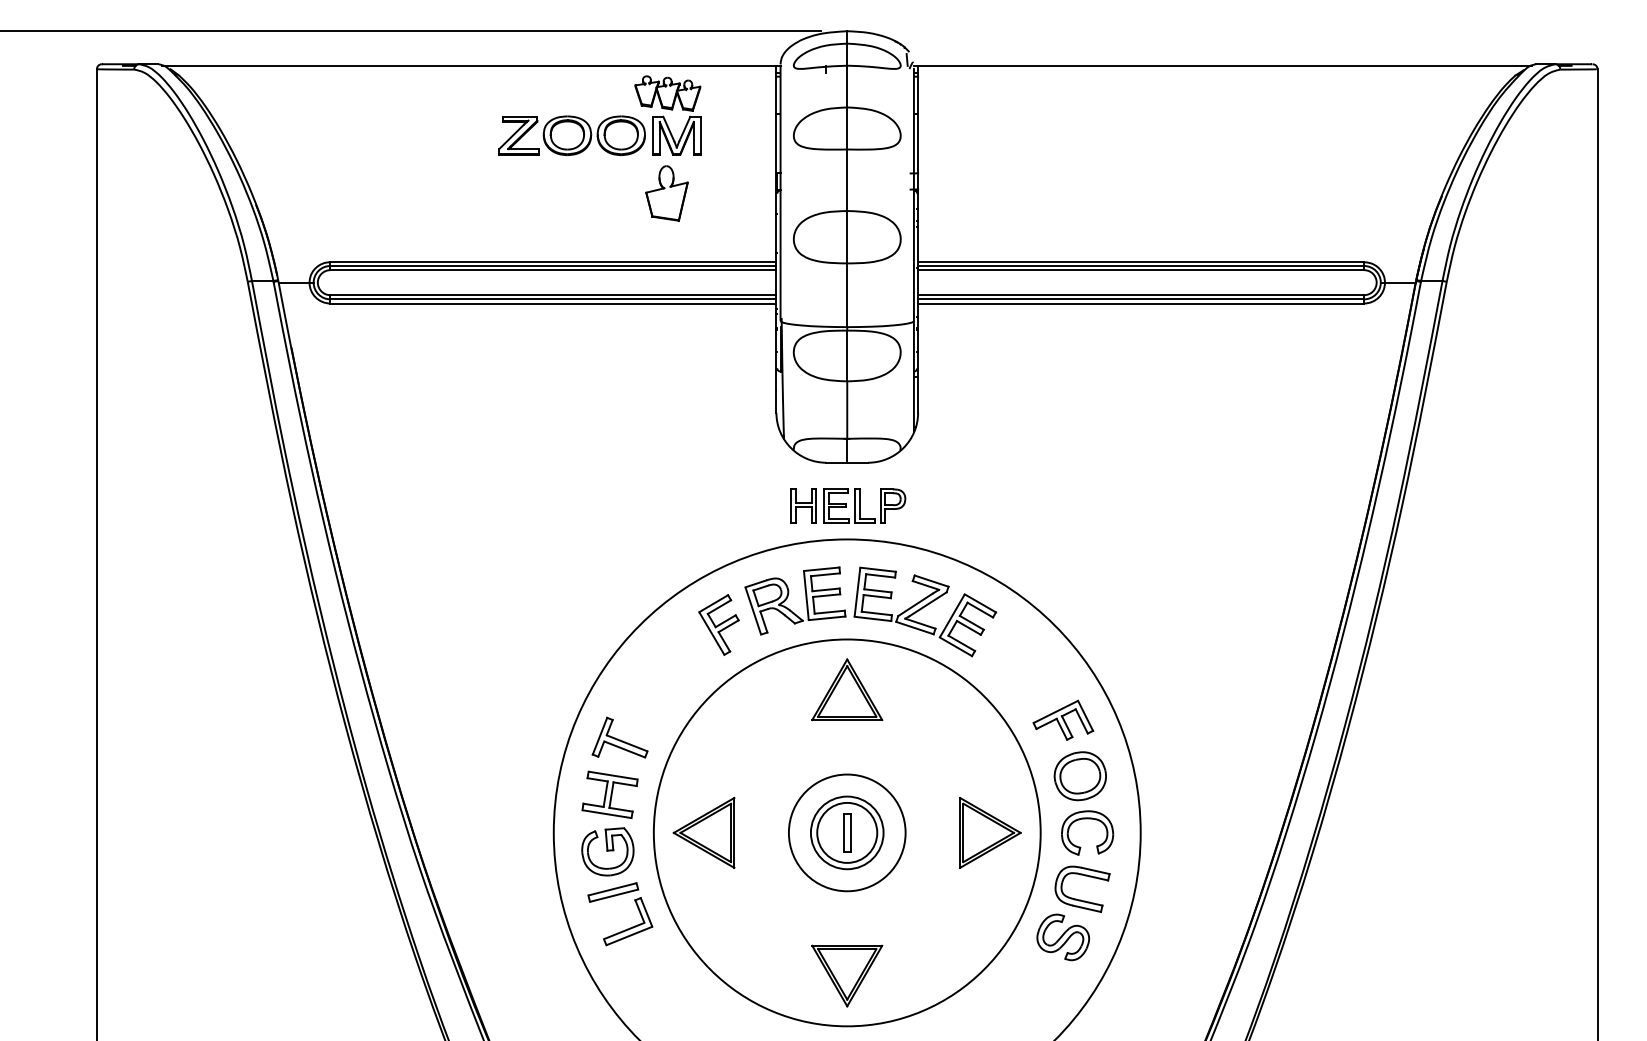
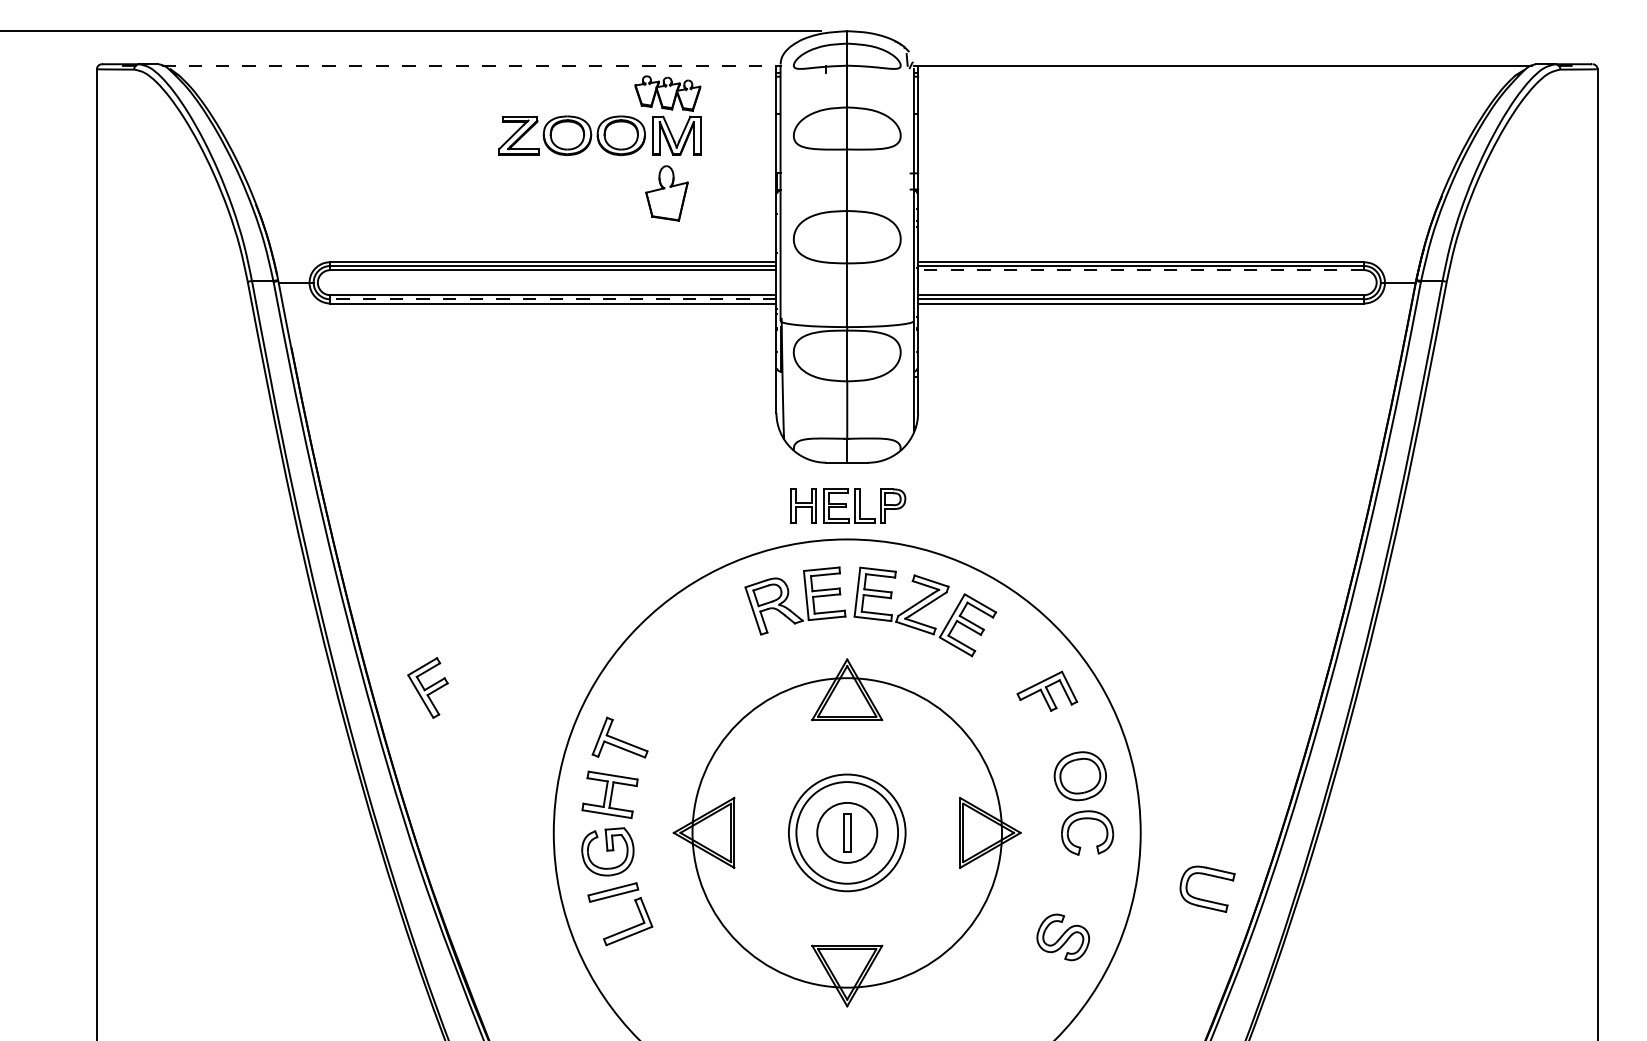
line at (469, 65): solid -> dashed
line at (1140, 270): solid -> dashed
line at (552, 299): solid -> dashed
part at (718, 624) position: (718, 624) -> (427, 687)
part at (1063, 719) position: (1063, 719) -> (1047, 690)
circle at (846, 832) diameter: 387 px -> 309 px
circle at (846, 832) diameter: 73 px -> 102 px
part at (1080, 899) position: (1080, 899) -> (1205, 899)
